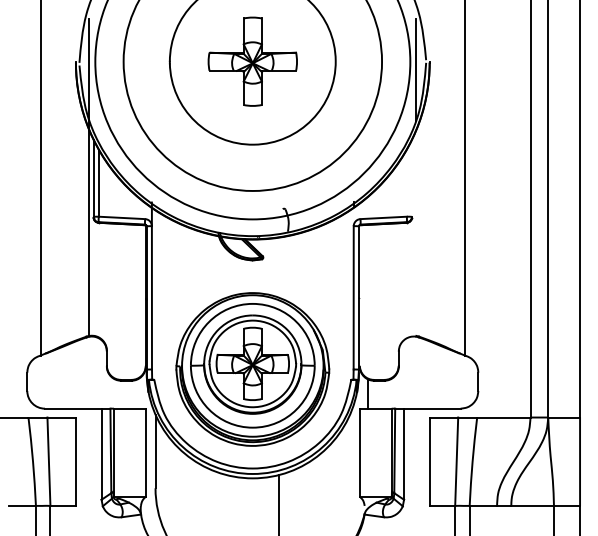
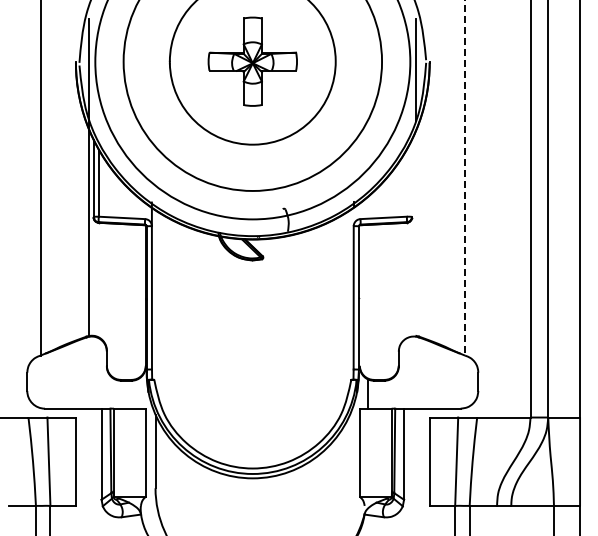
line at (465, 178): solid -> dashed
part at (252, 369): present -> none
line at (279, 503): present -> none
